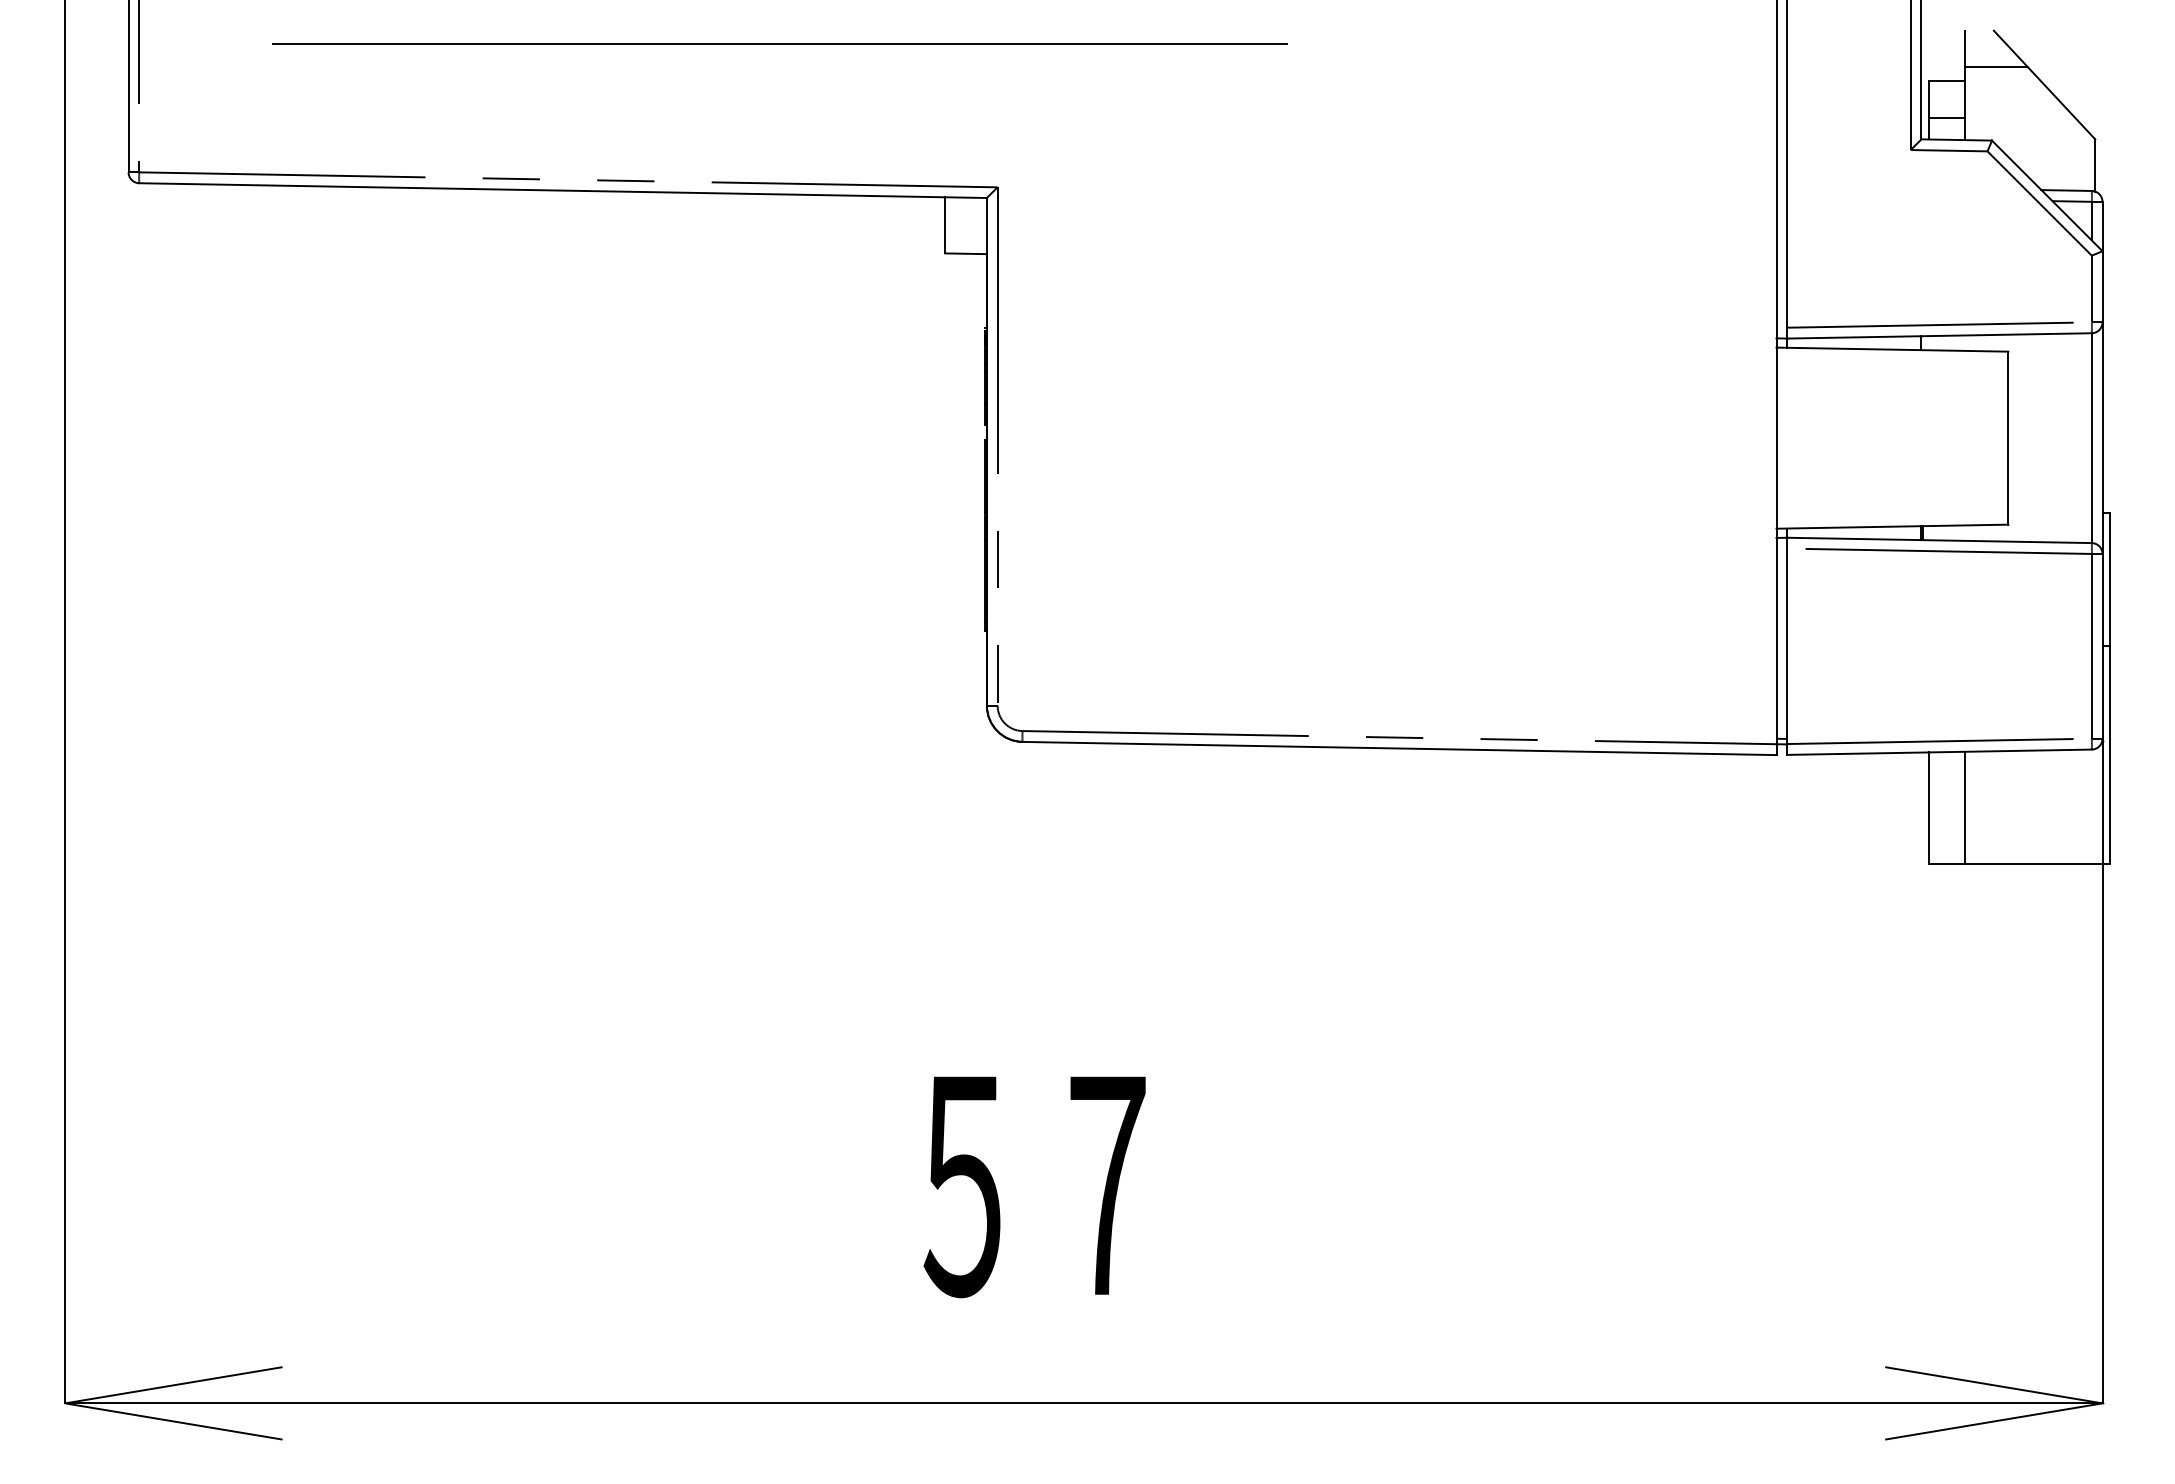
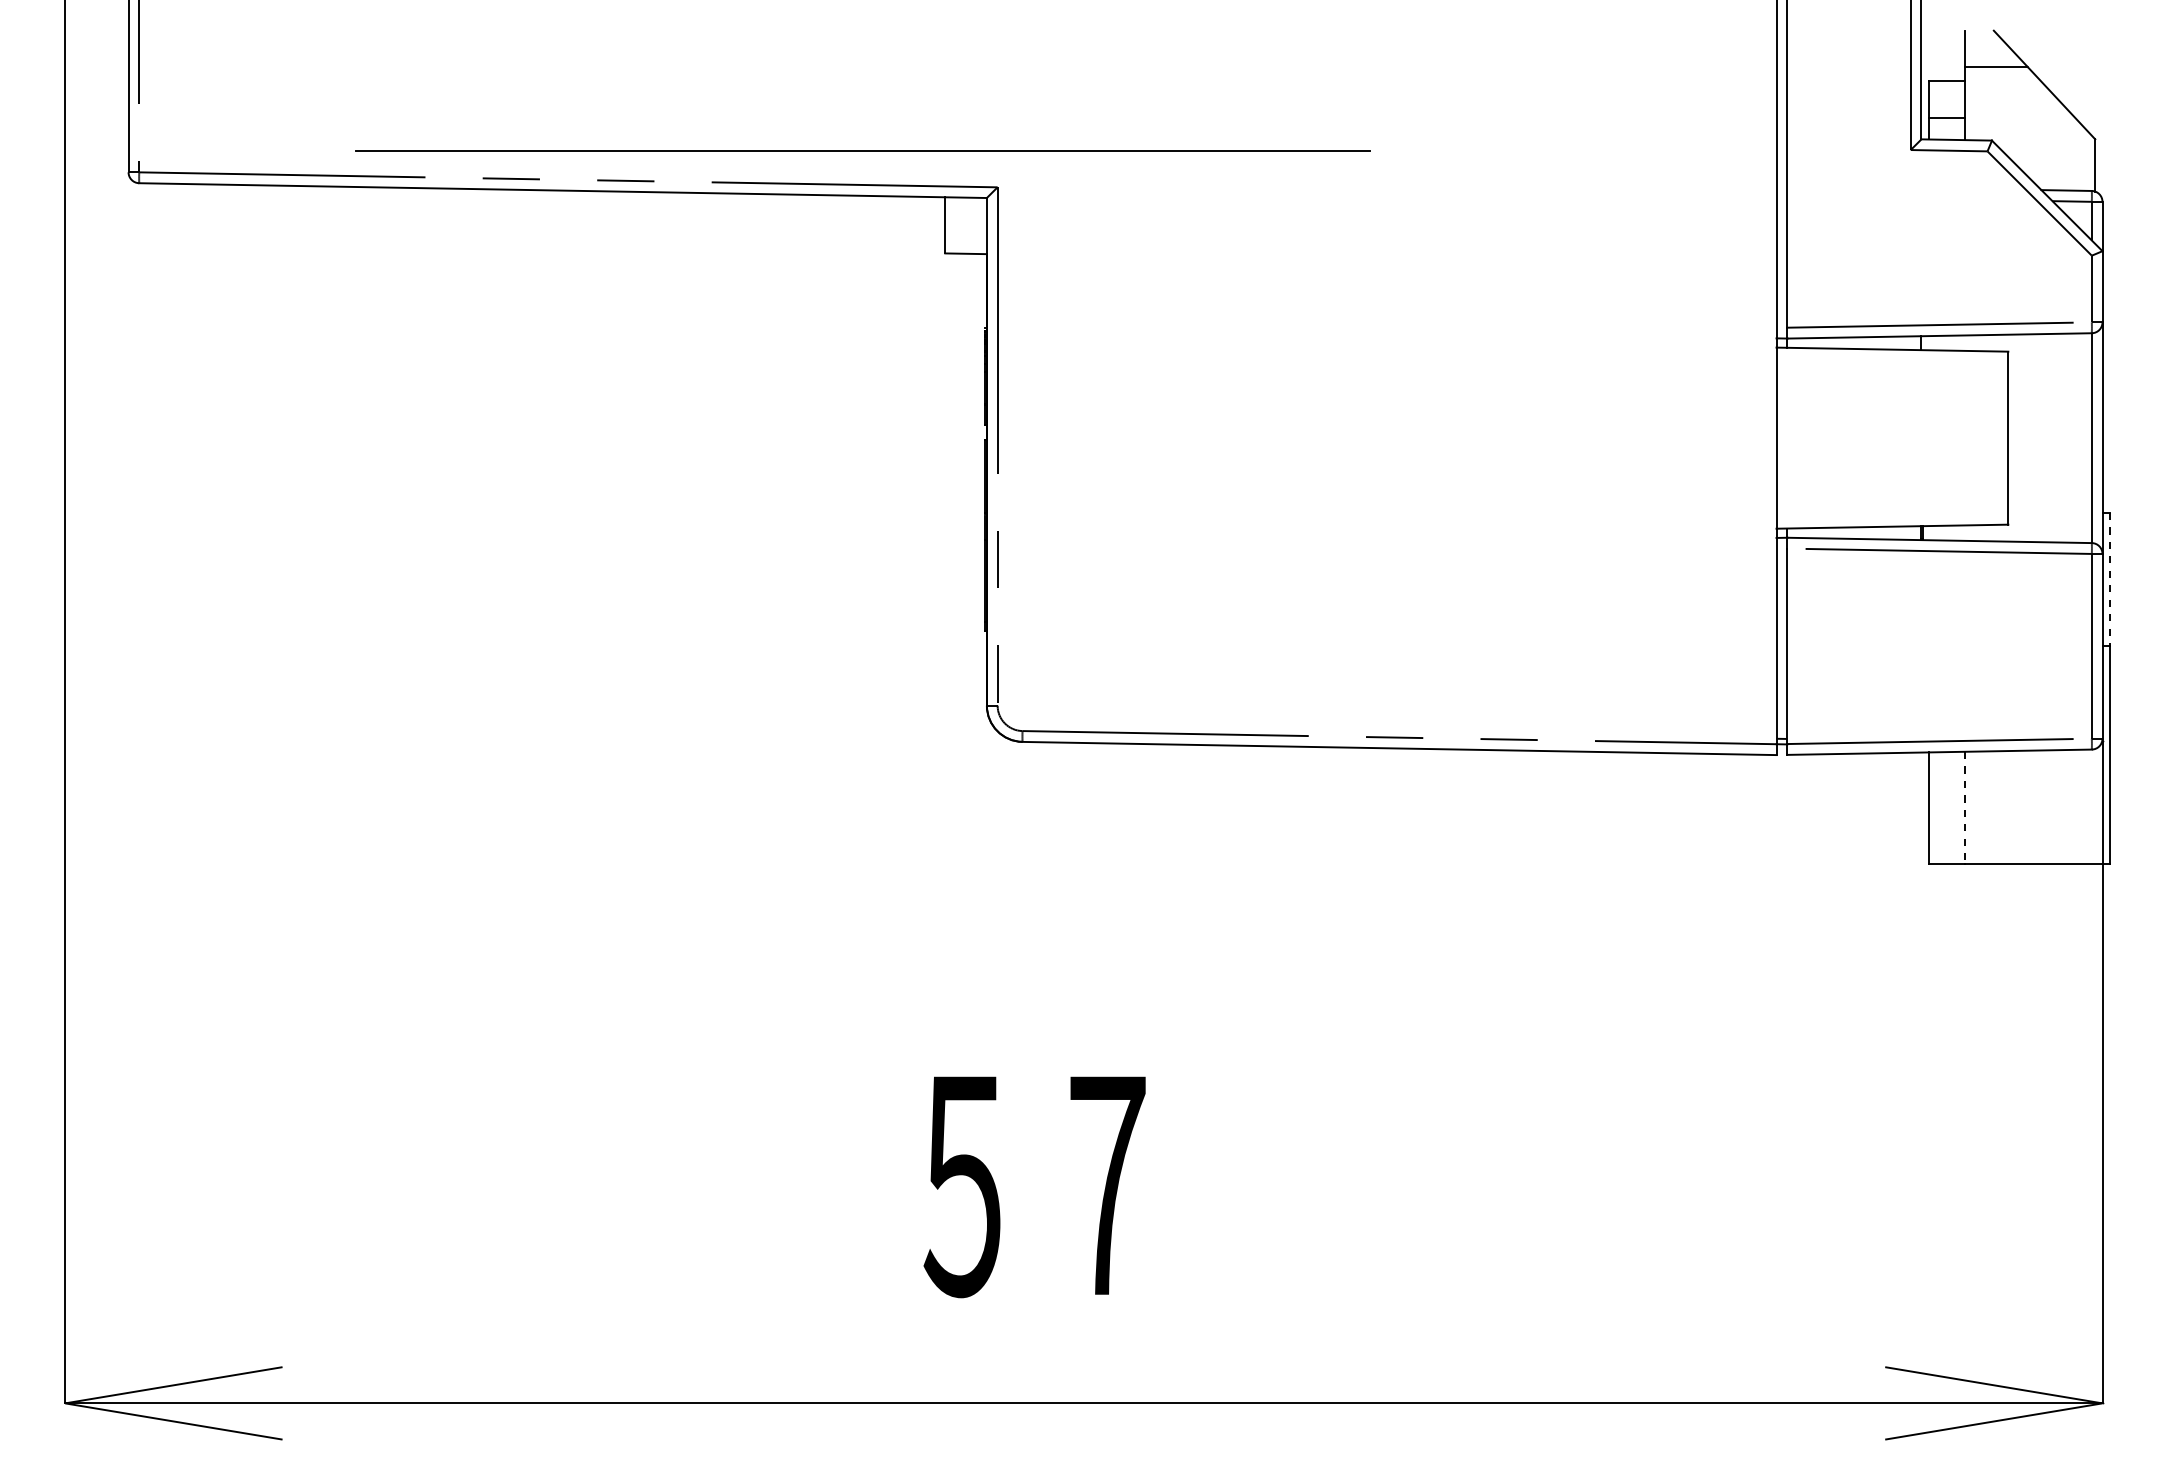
line at (779, 43) position: (779, 43) -> (862, 150)
line at (2109, 579): solid -> dashed
line at (1964, 807): solid -> dashed
